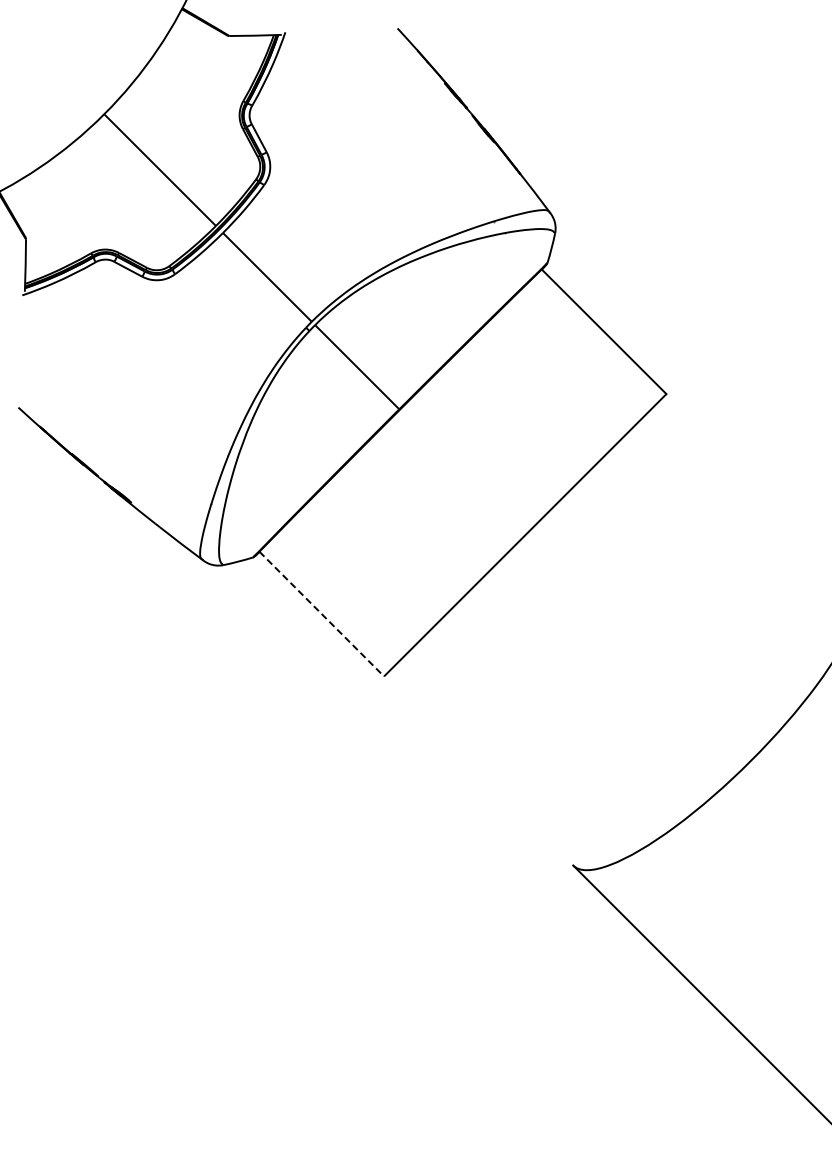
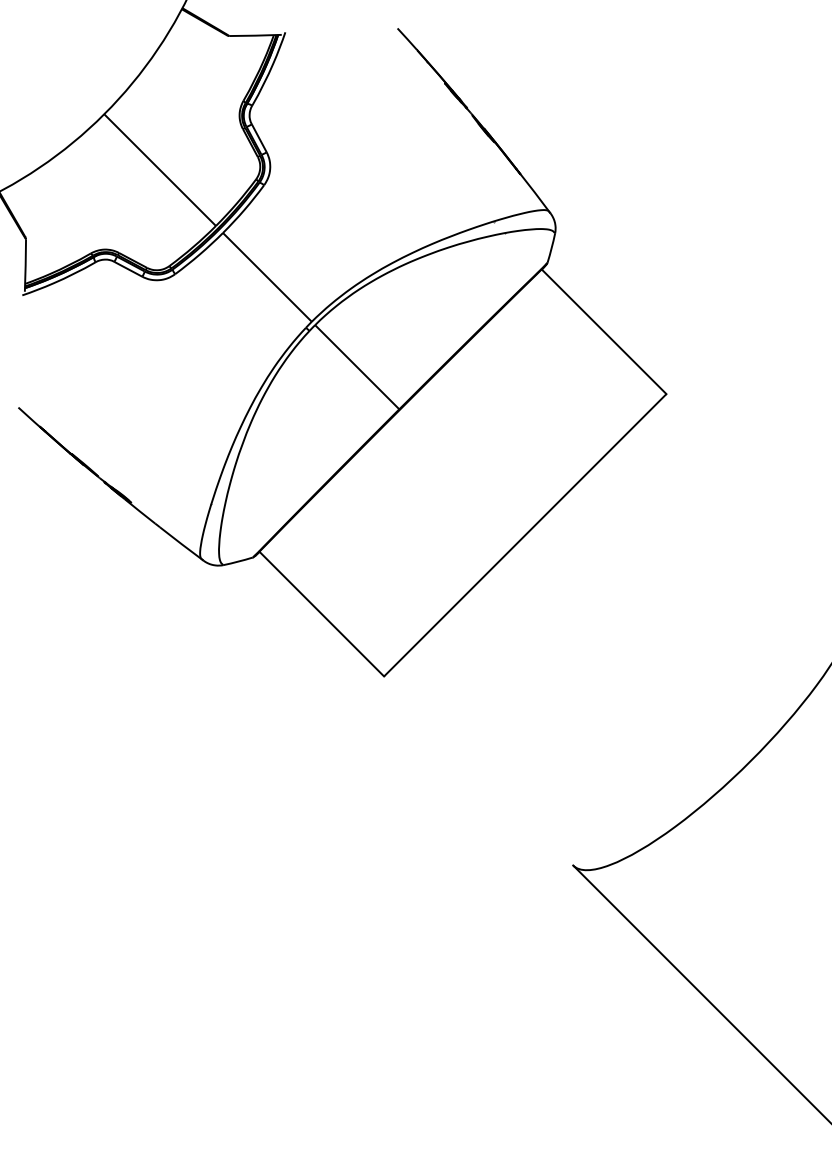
line at (322, 614): dashed -> solid
